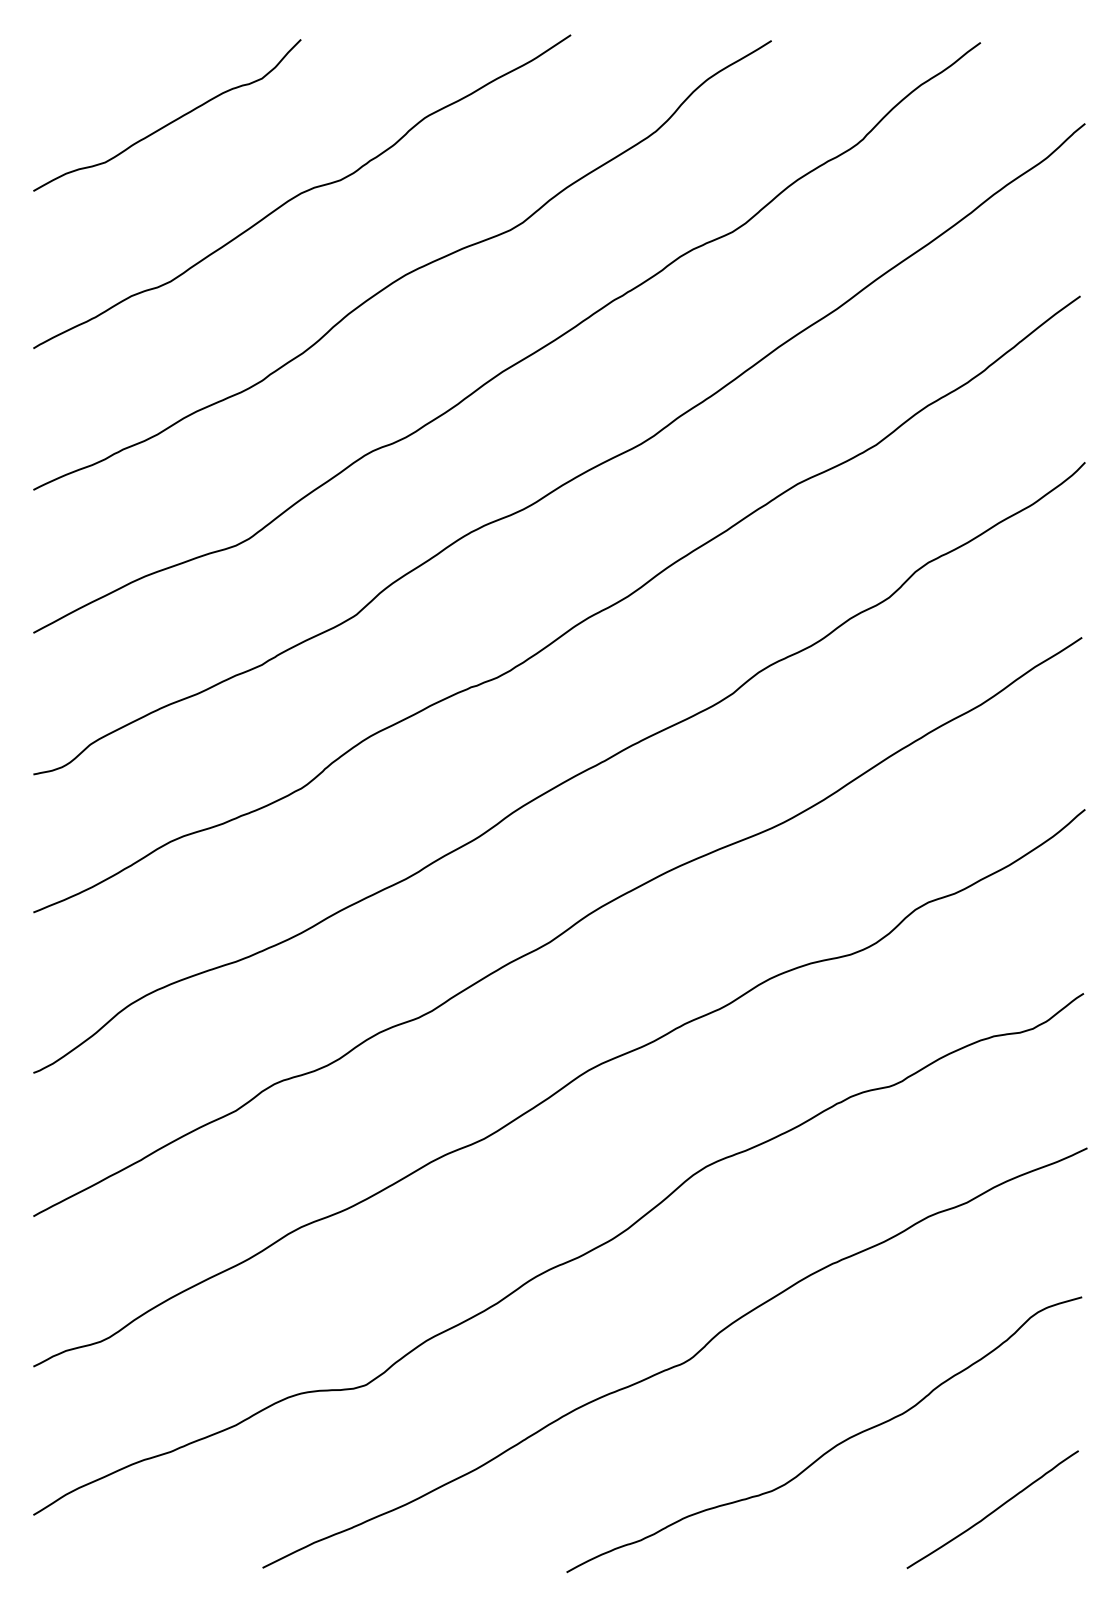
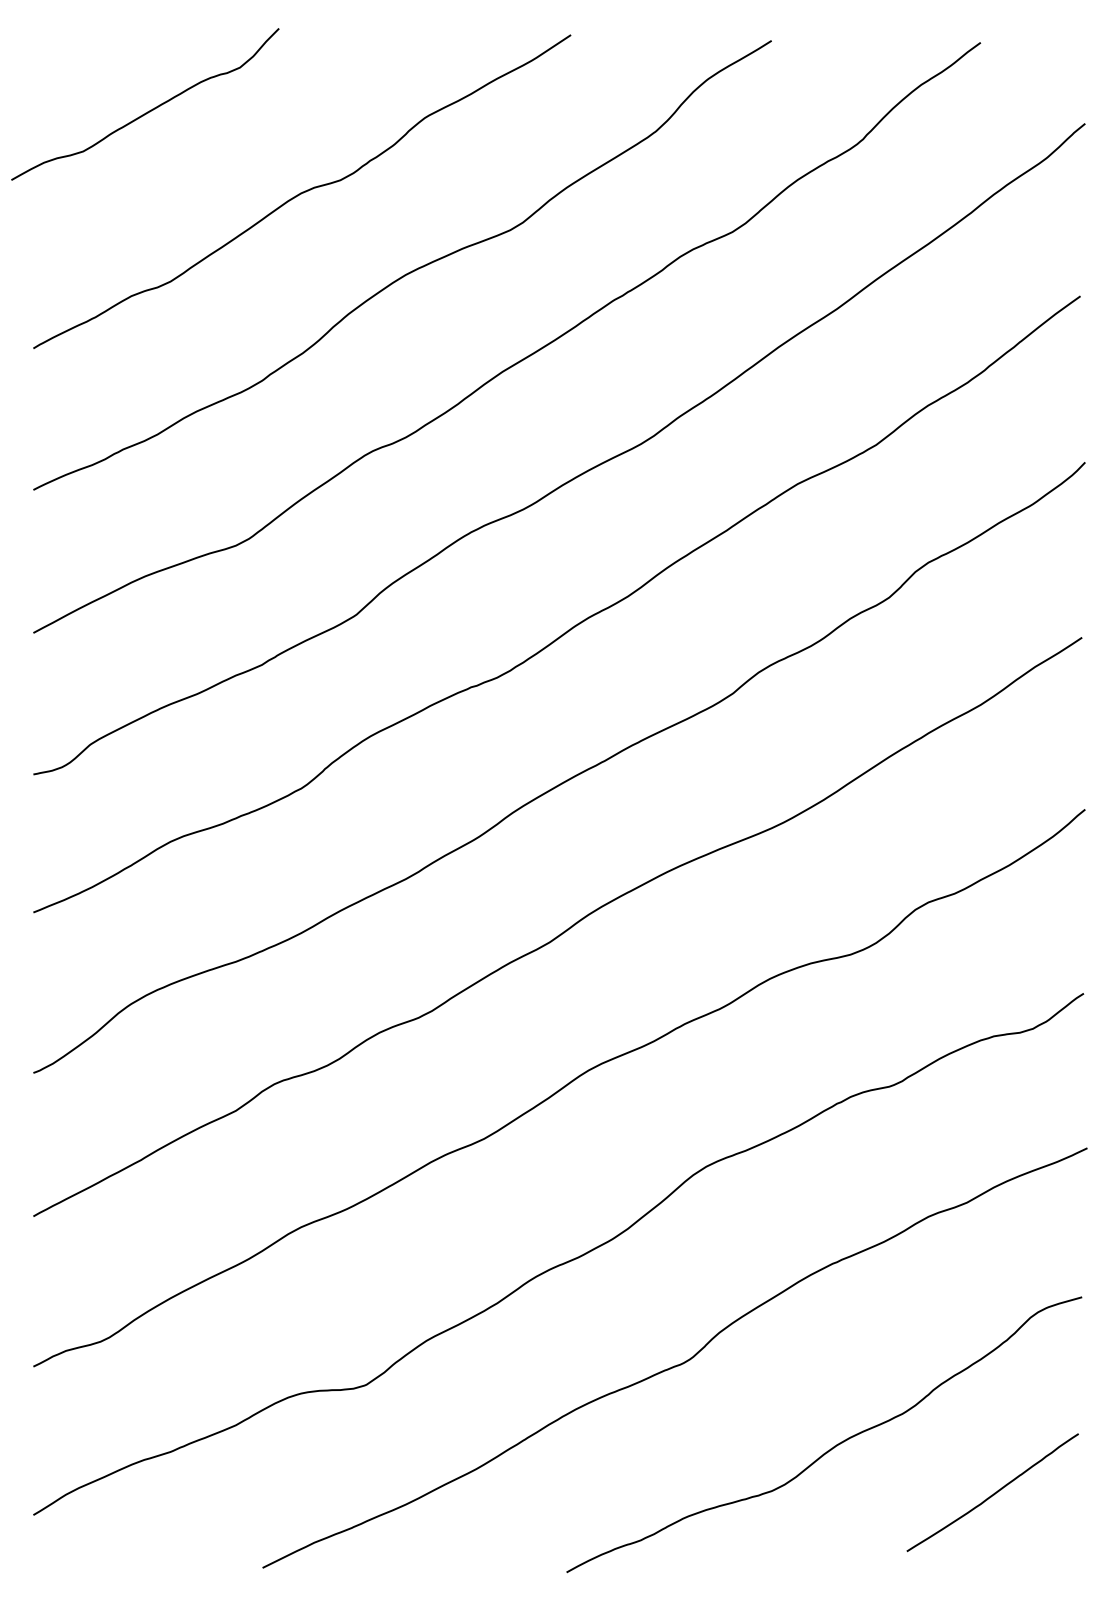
curve at (172, 120) position: (172, 120) -> (150, 109)
curve at (993, 1510) position: (993, 1510) -> (993, 1493)
